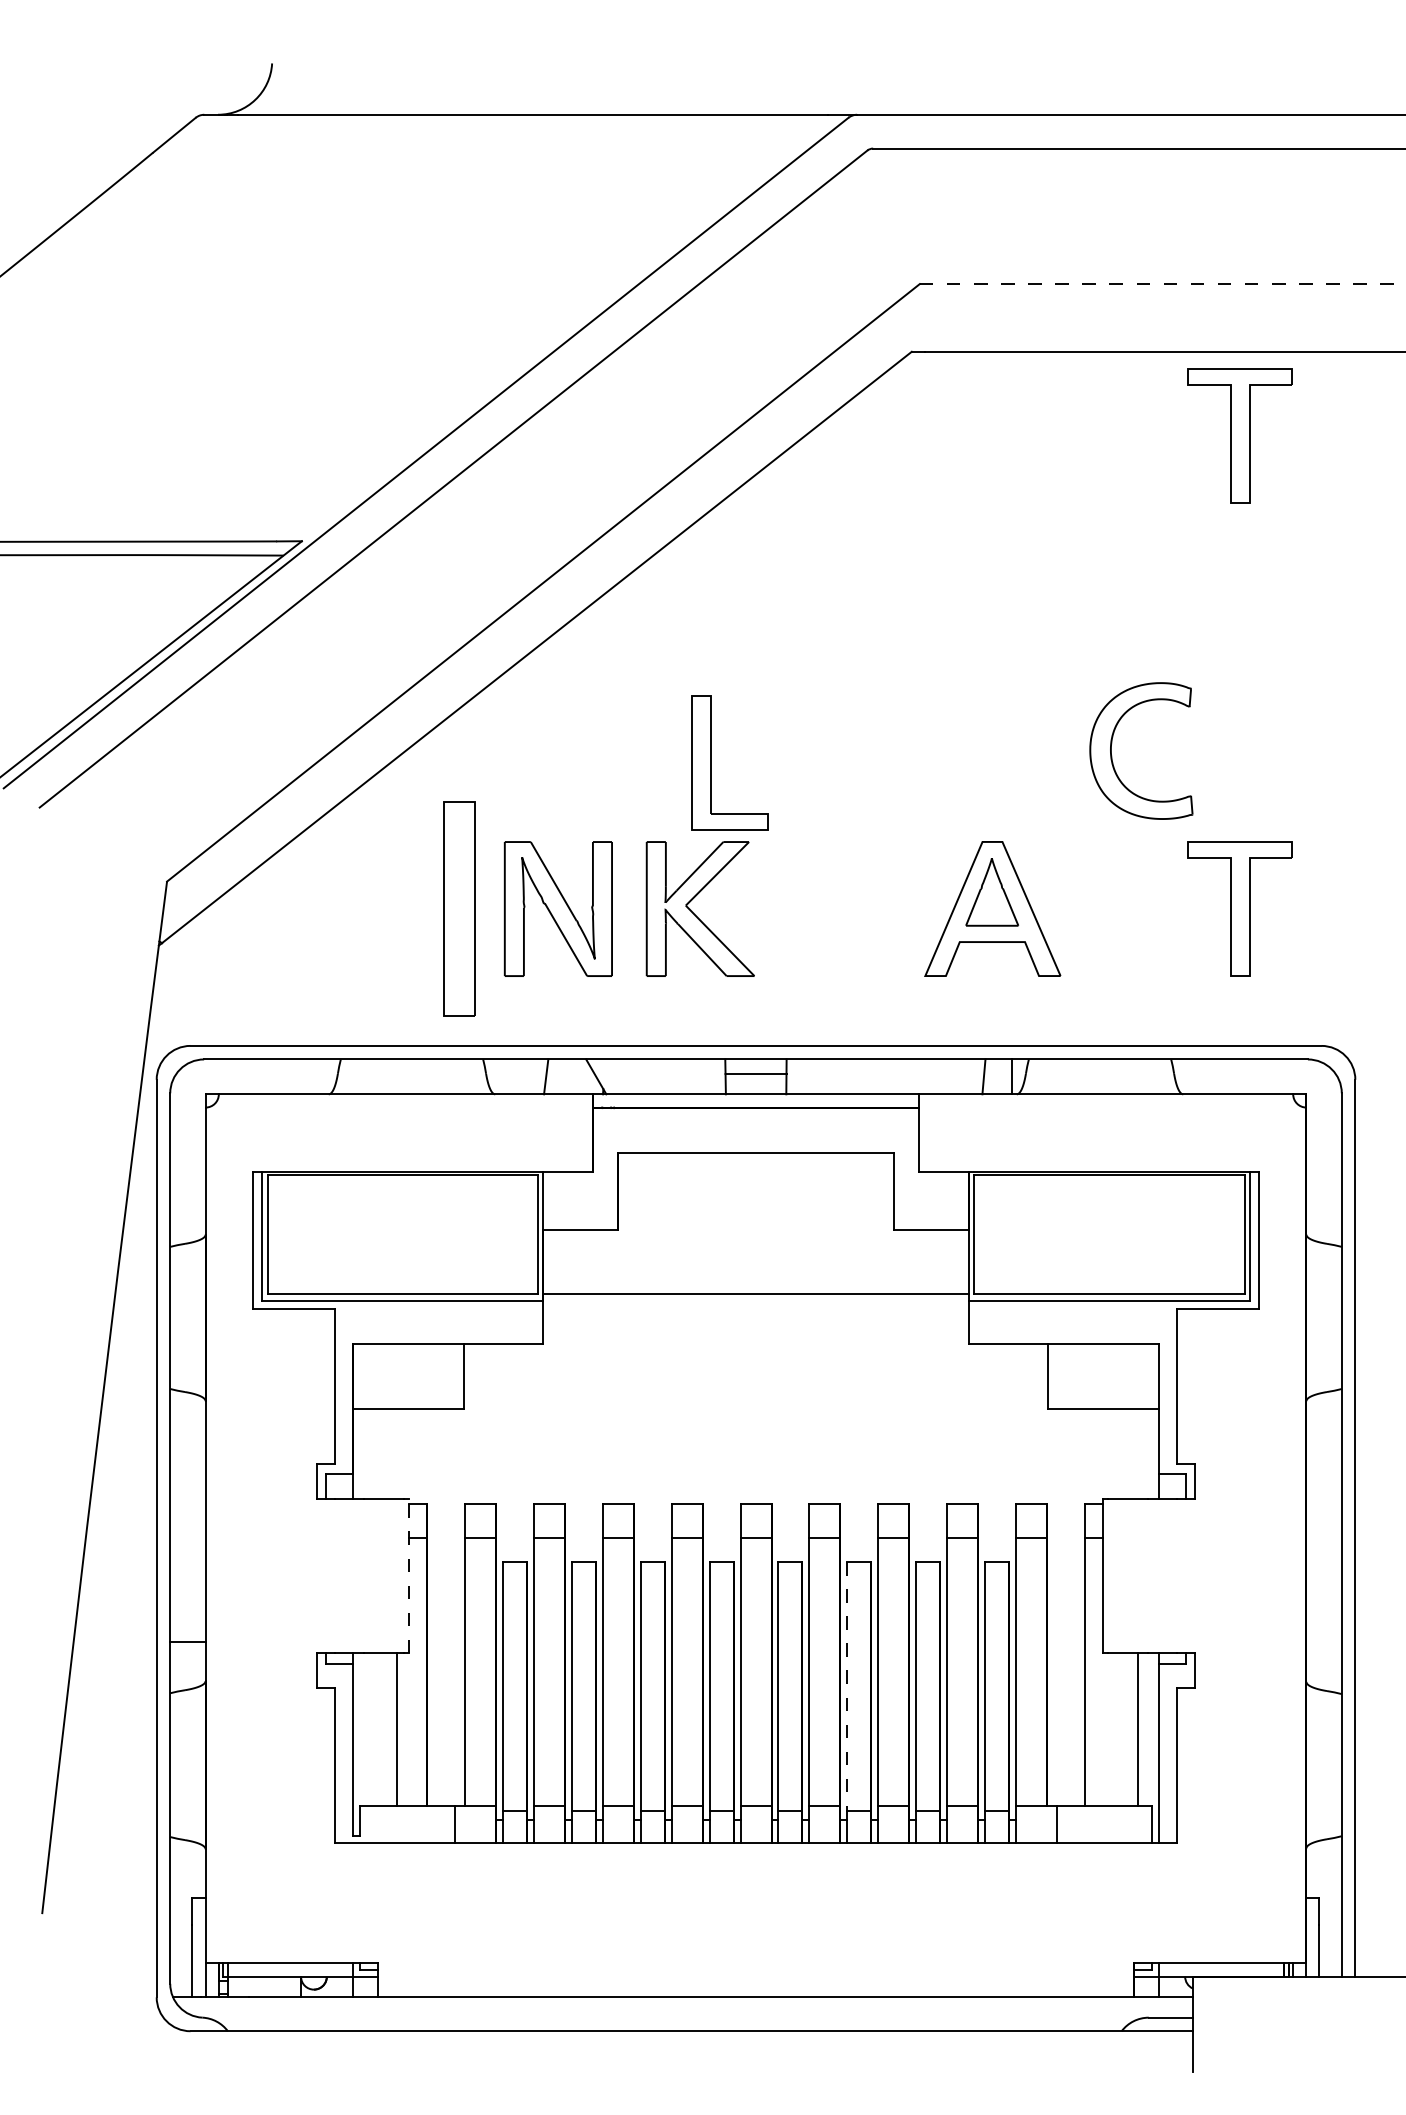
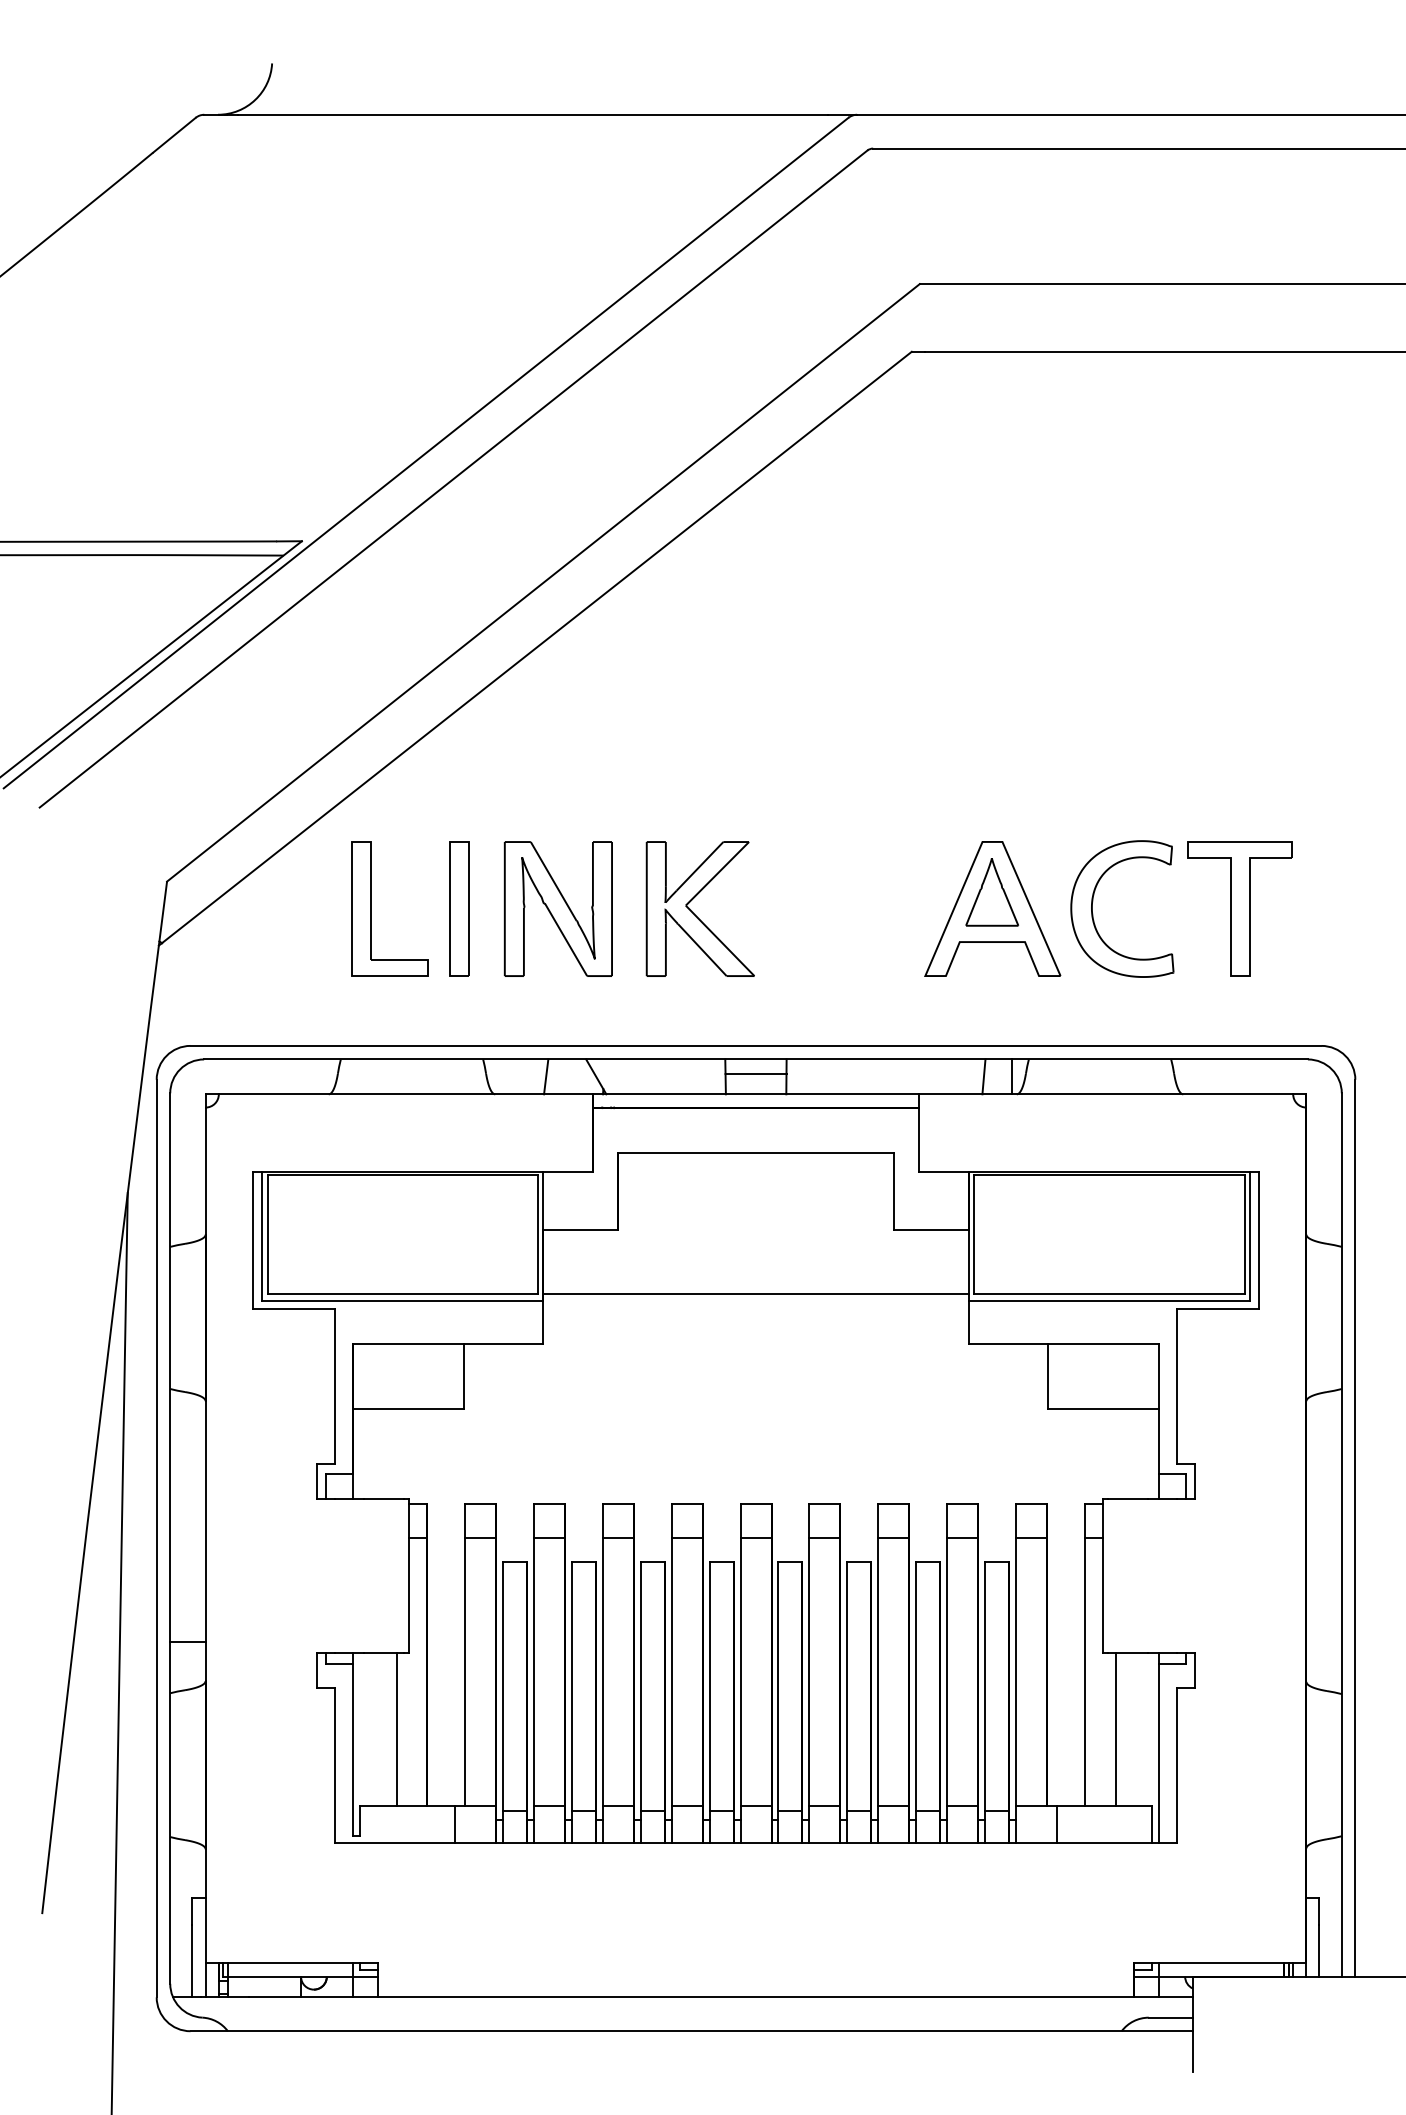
line at (1162, 284): dashed -> solid
part at (1239, 435): present -> none
part at (1112, 756) position: (1112, 756) -> (1093, 914)
part at (711, 762) position: (711, 762) -> (371, 908)
part at (459, 908) size: 33x216 px -> 21x136 px
line at (409, 1575): dashed -> solid
line at (119, 1651): none -> present
line at (847, 1686): dashed -> solid
line at (1137, 1729) position: (1137, 1729) -> (1115, 1729)
